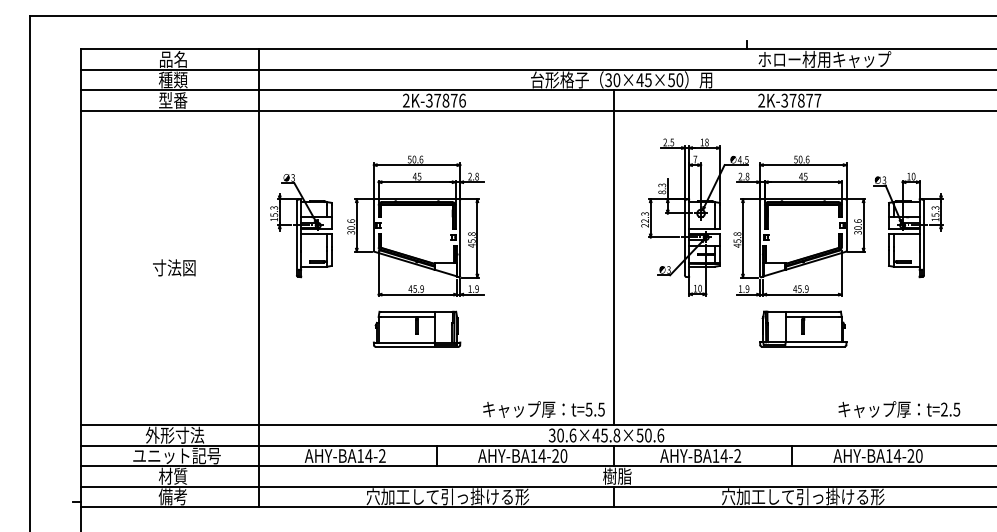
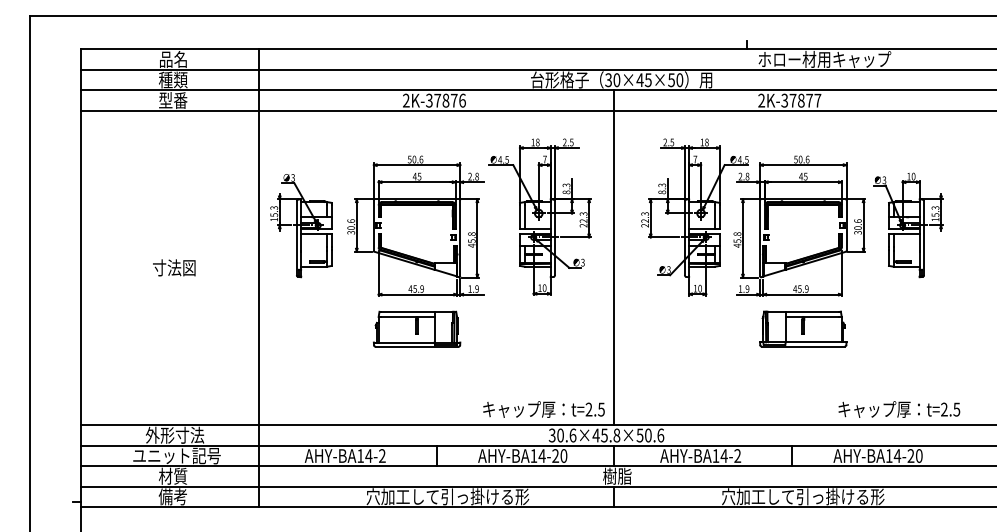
part at (539, 216): none -> present
text at (588, 409): t=5.5 -> t=2.5
